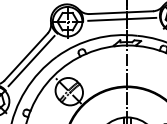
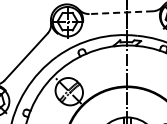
line at (121, 12): solid -> dashed
line at (122, 18): present -> none
line at (31, 61): present -> none
